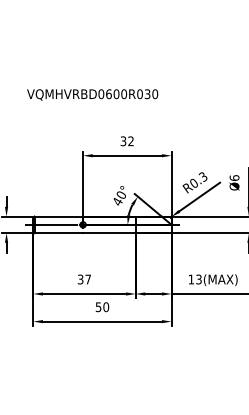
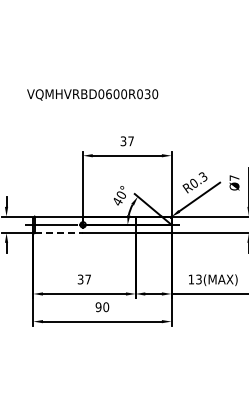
text at (130, 141): 32 -> 37
text at (234, 177): Ø6 -> Ø7
line at (59, 233): solid -> dashed
text at (98, 306): 50 -> 90
